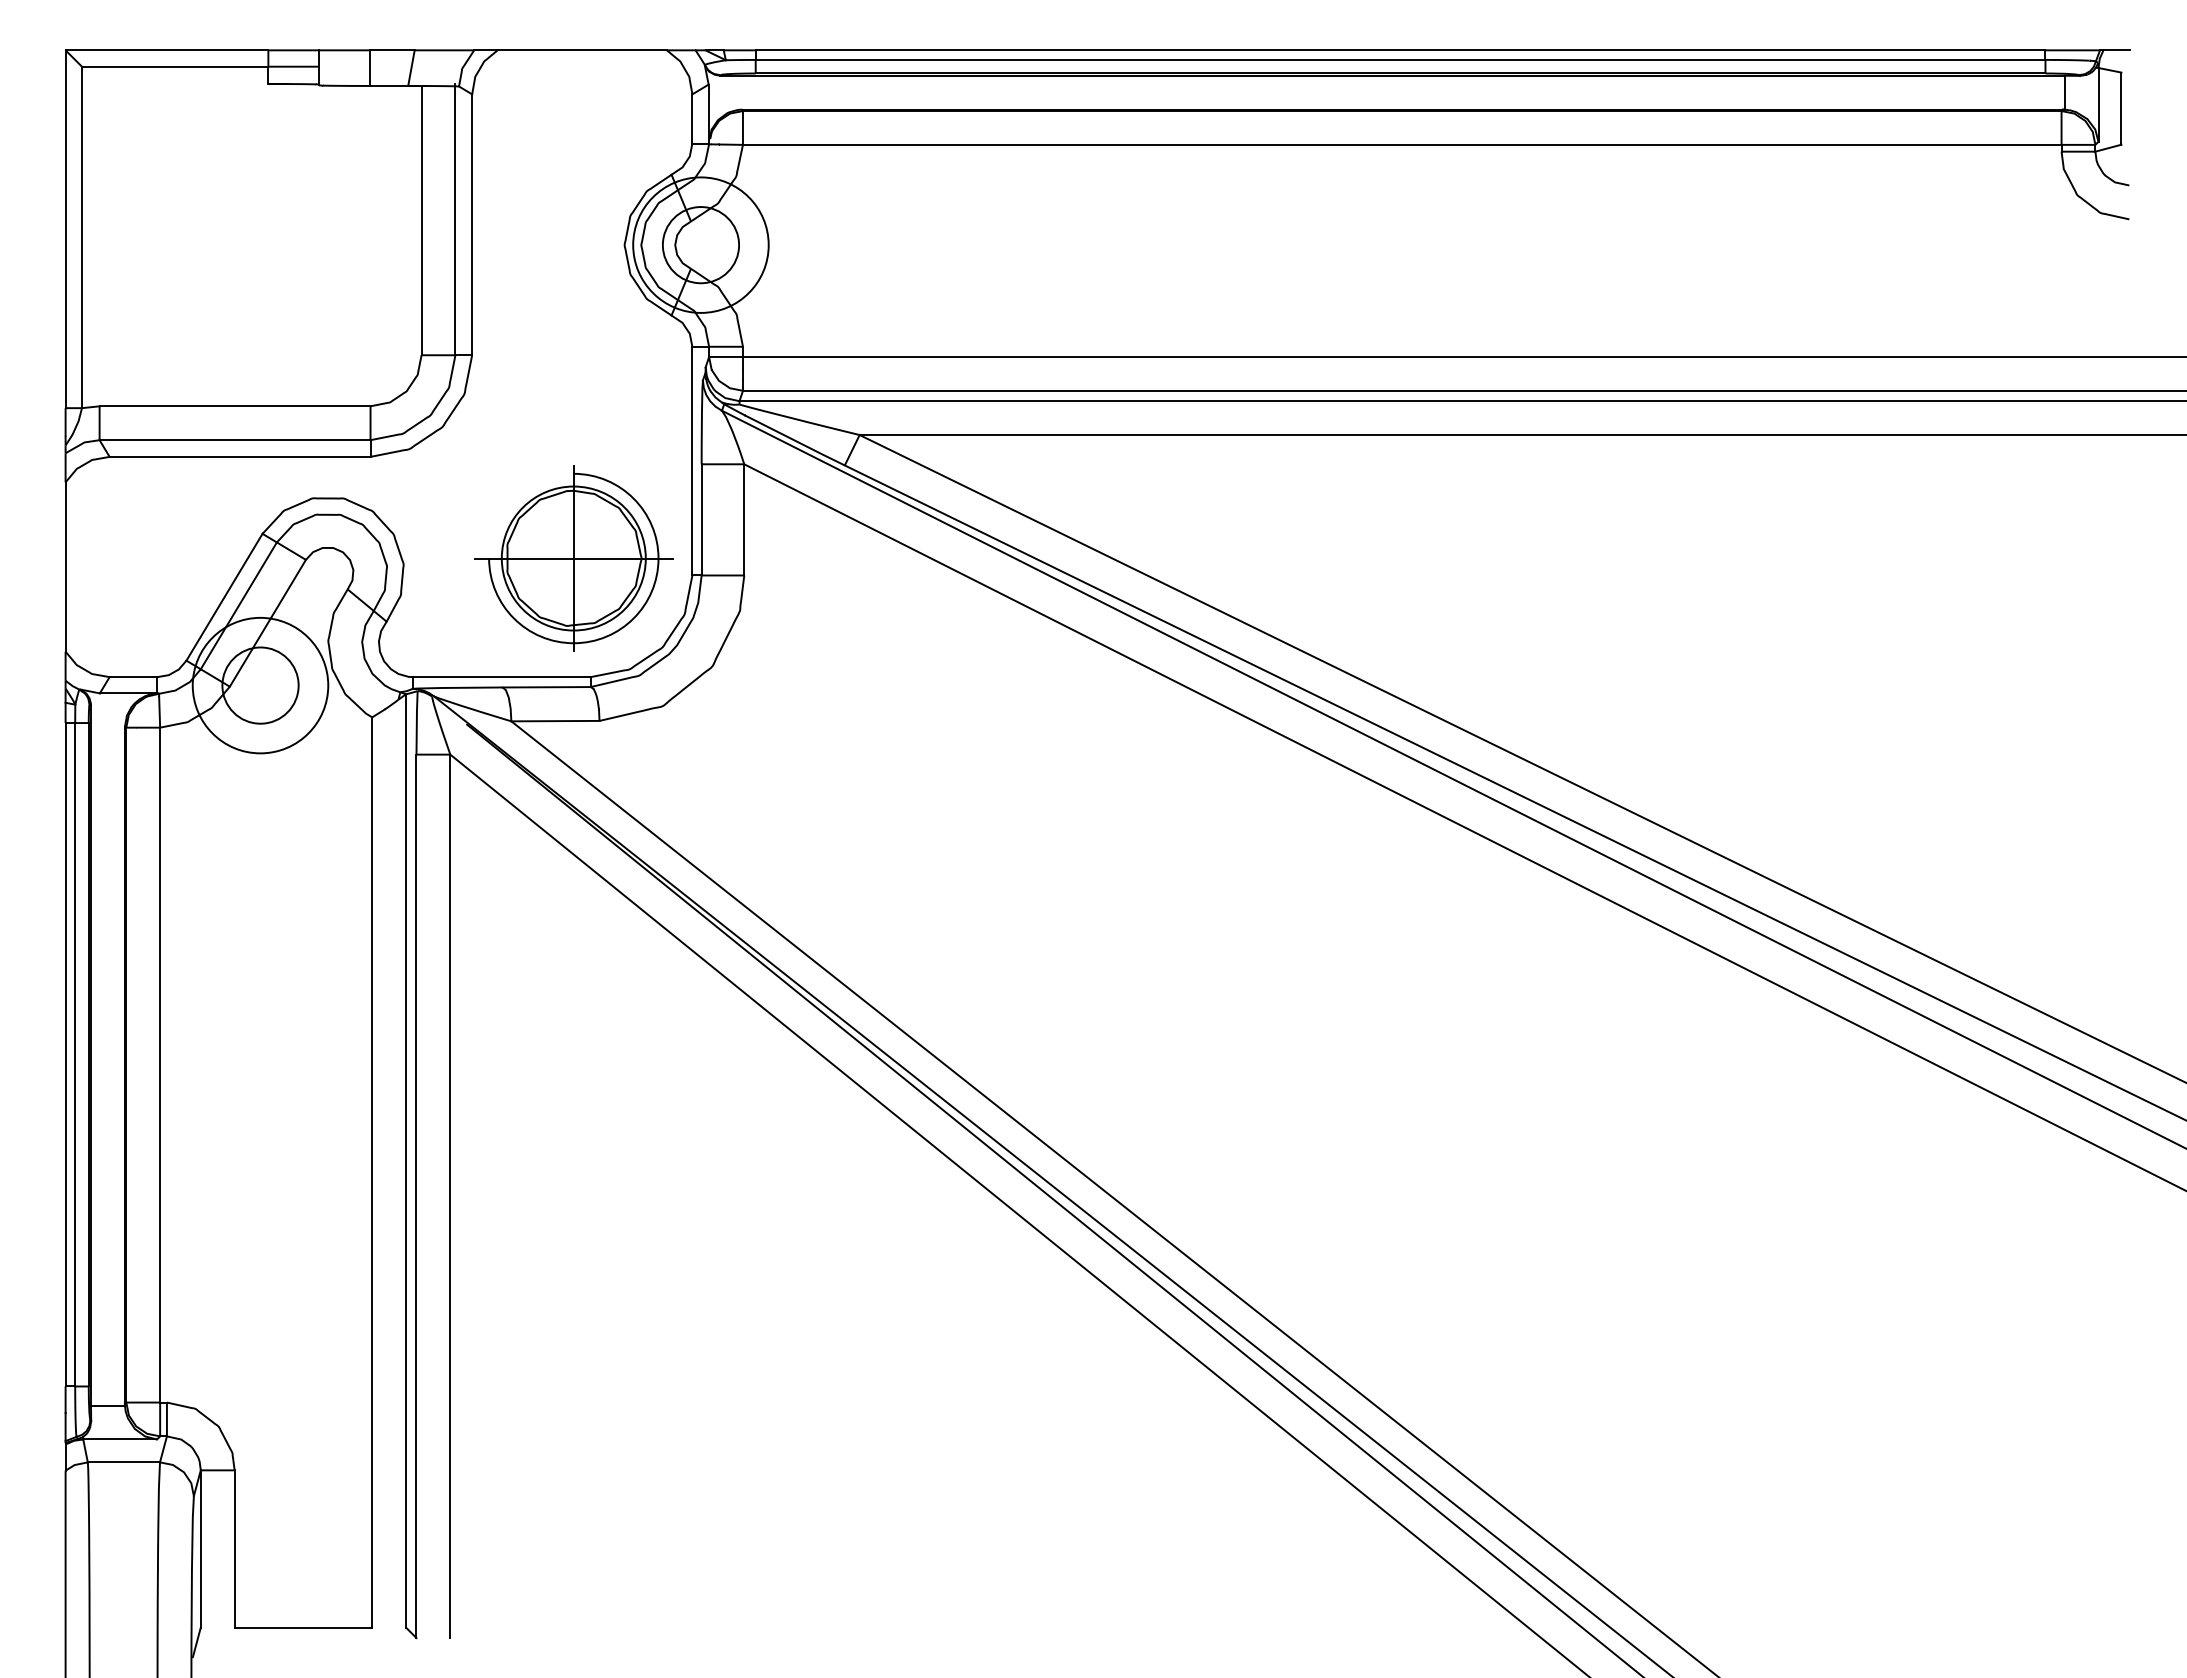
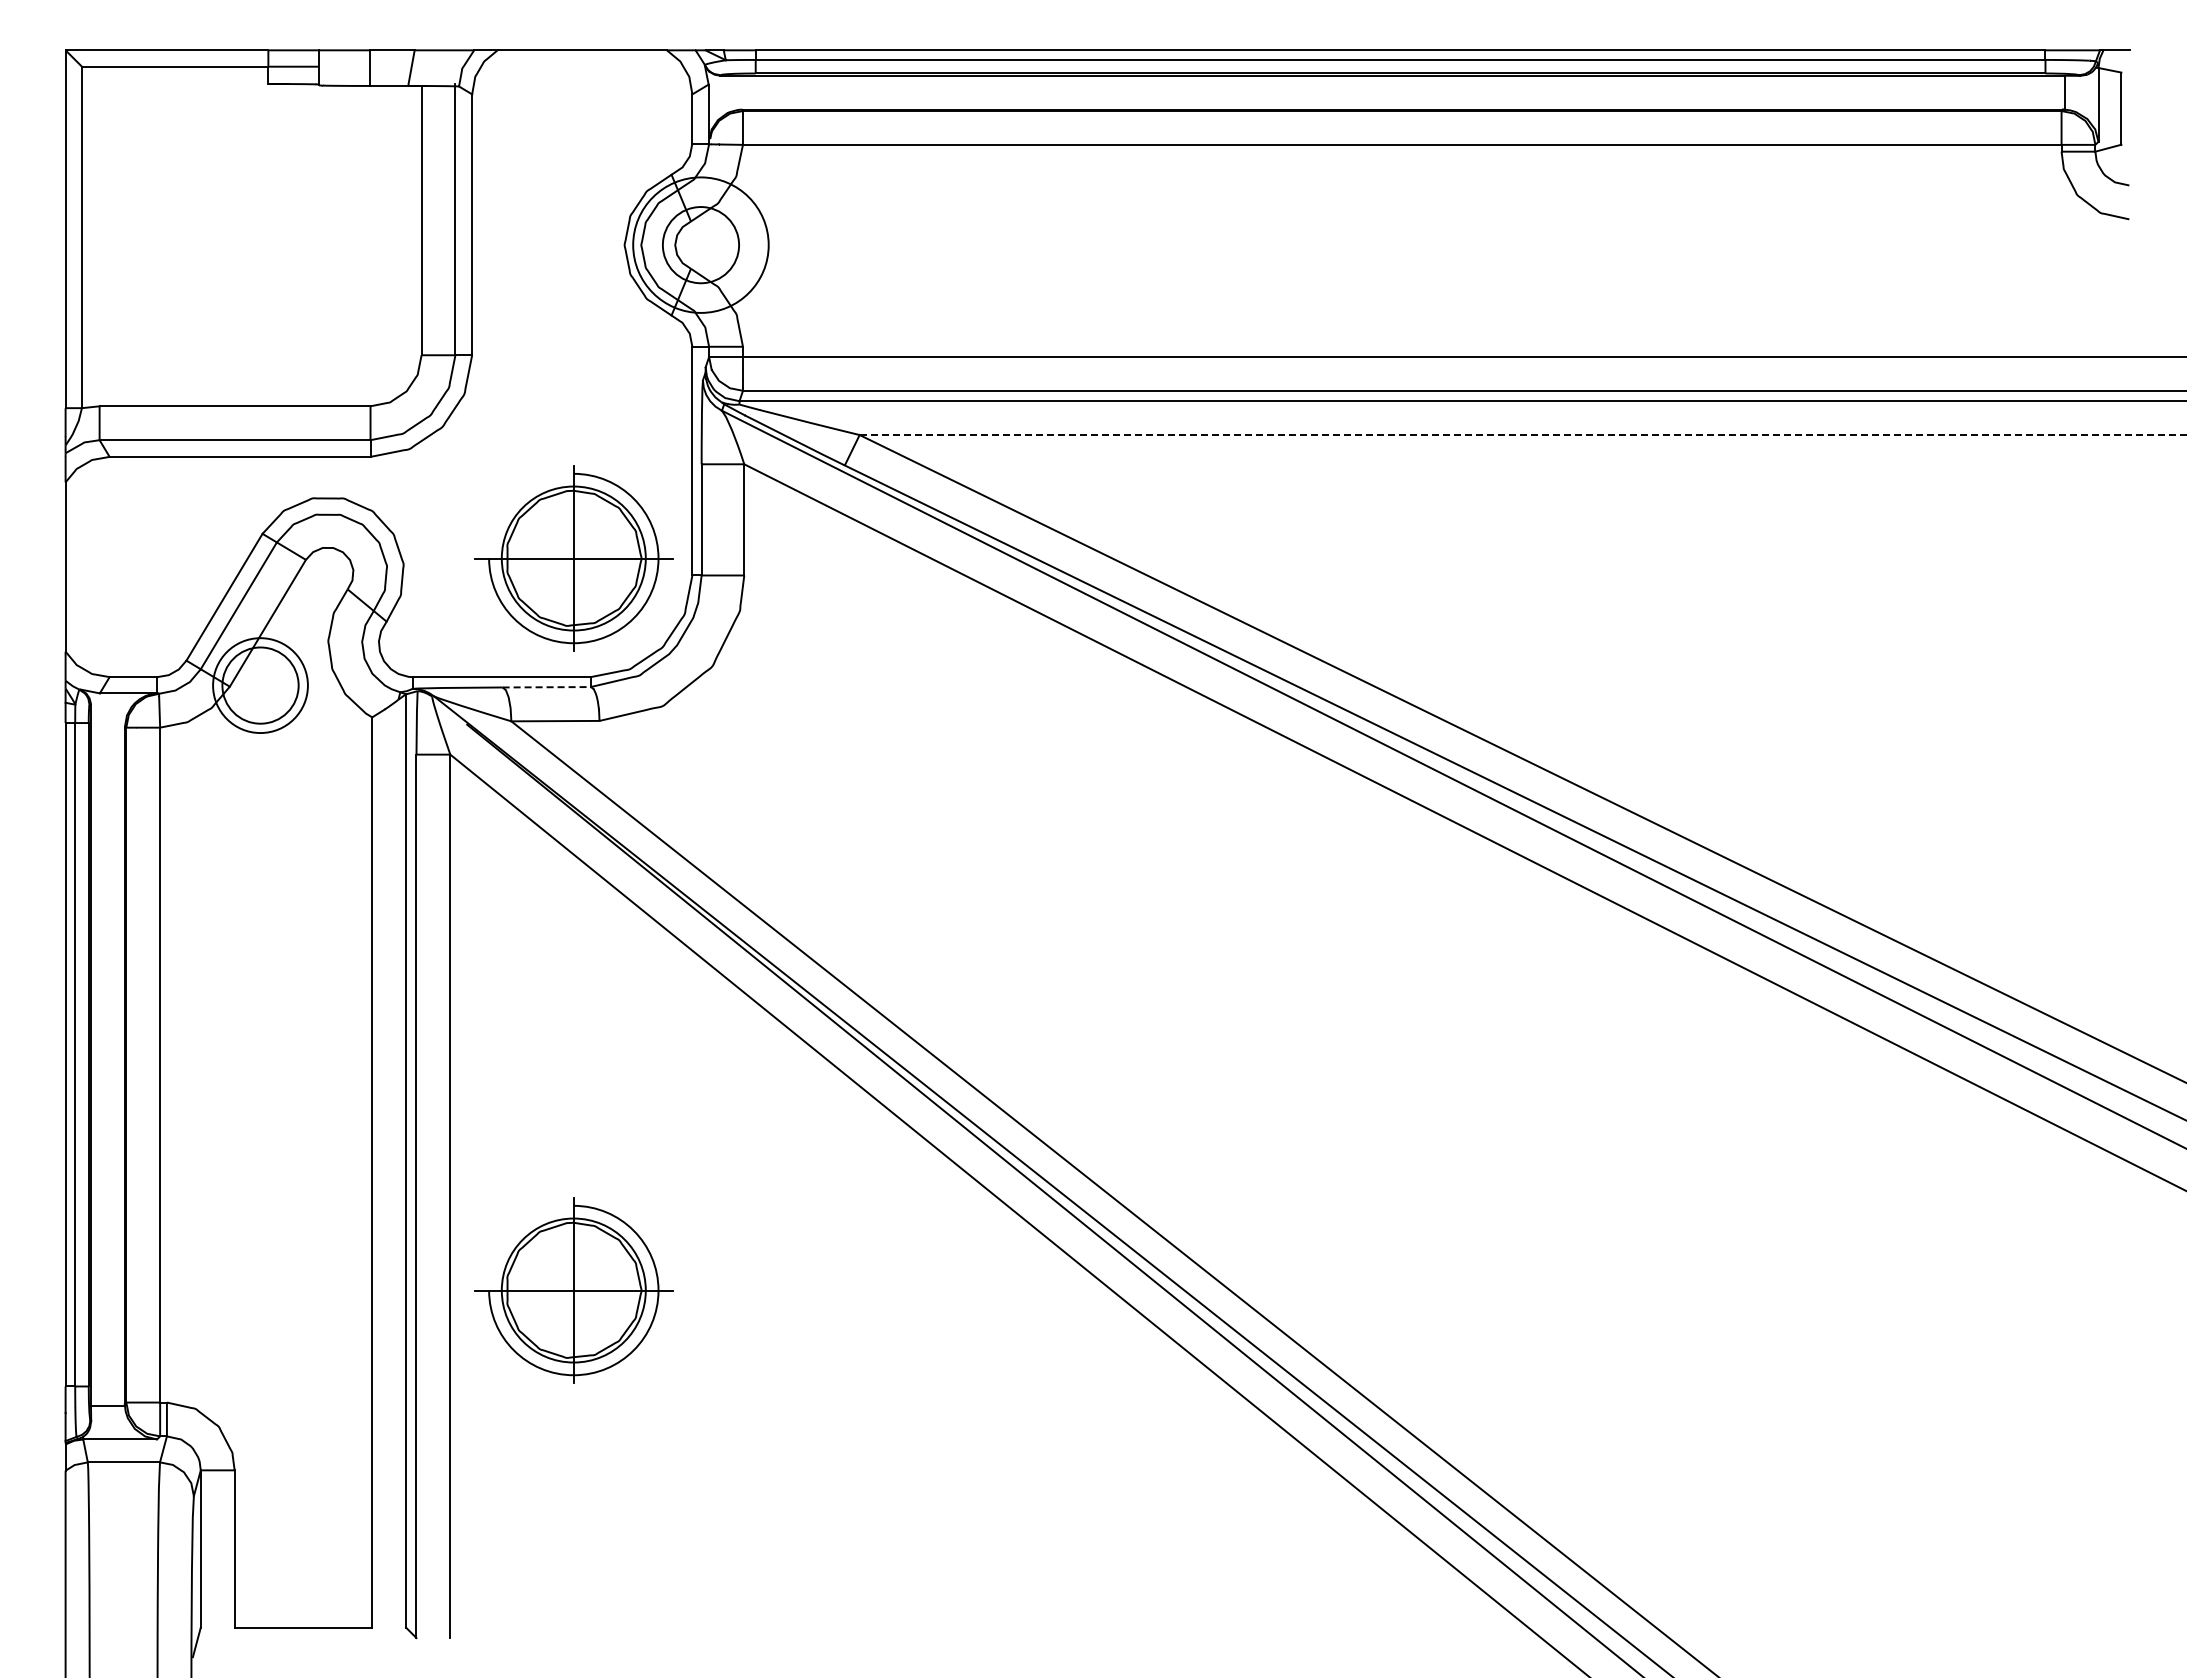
line at (1522, 435): solid -> dashed
circle at (260, 685) diameter: 136 px -> 95 px
line at (547, 687): solid -> dashed
part at (573, 1290): none -> present
